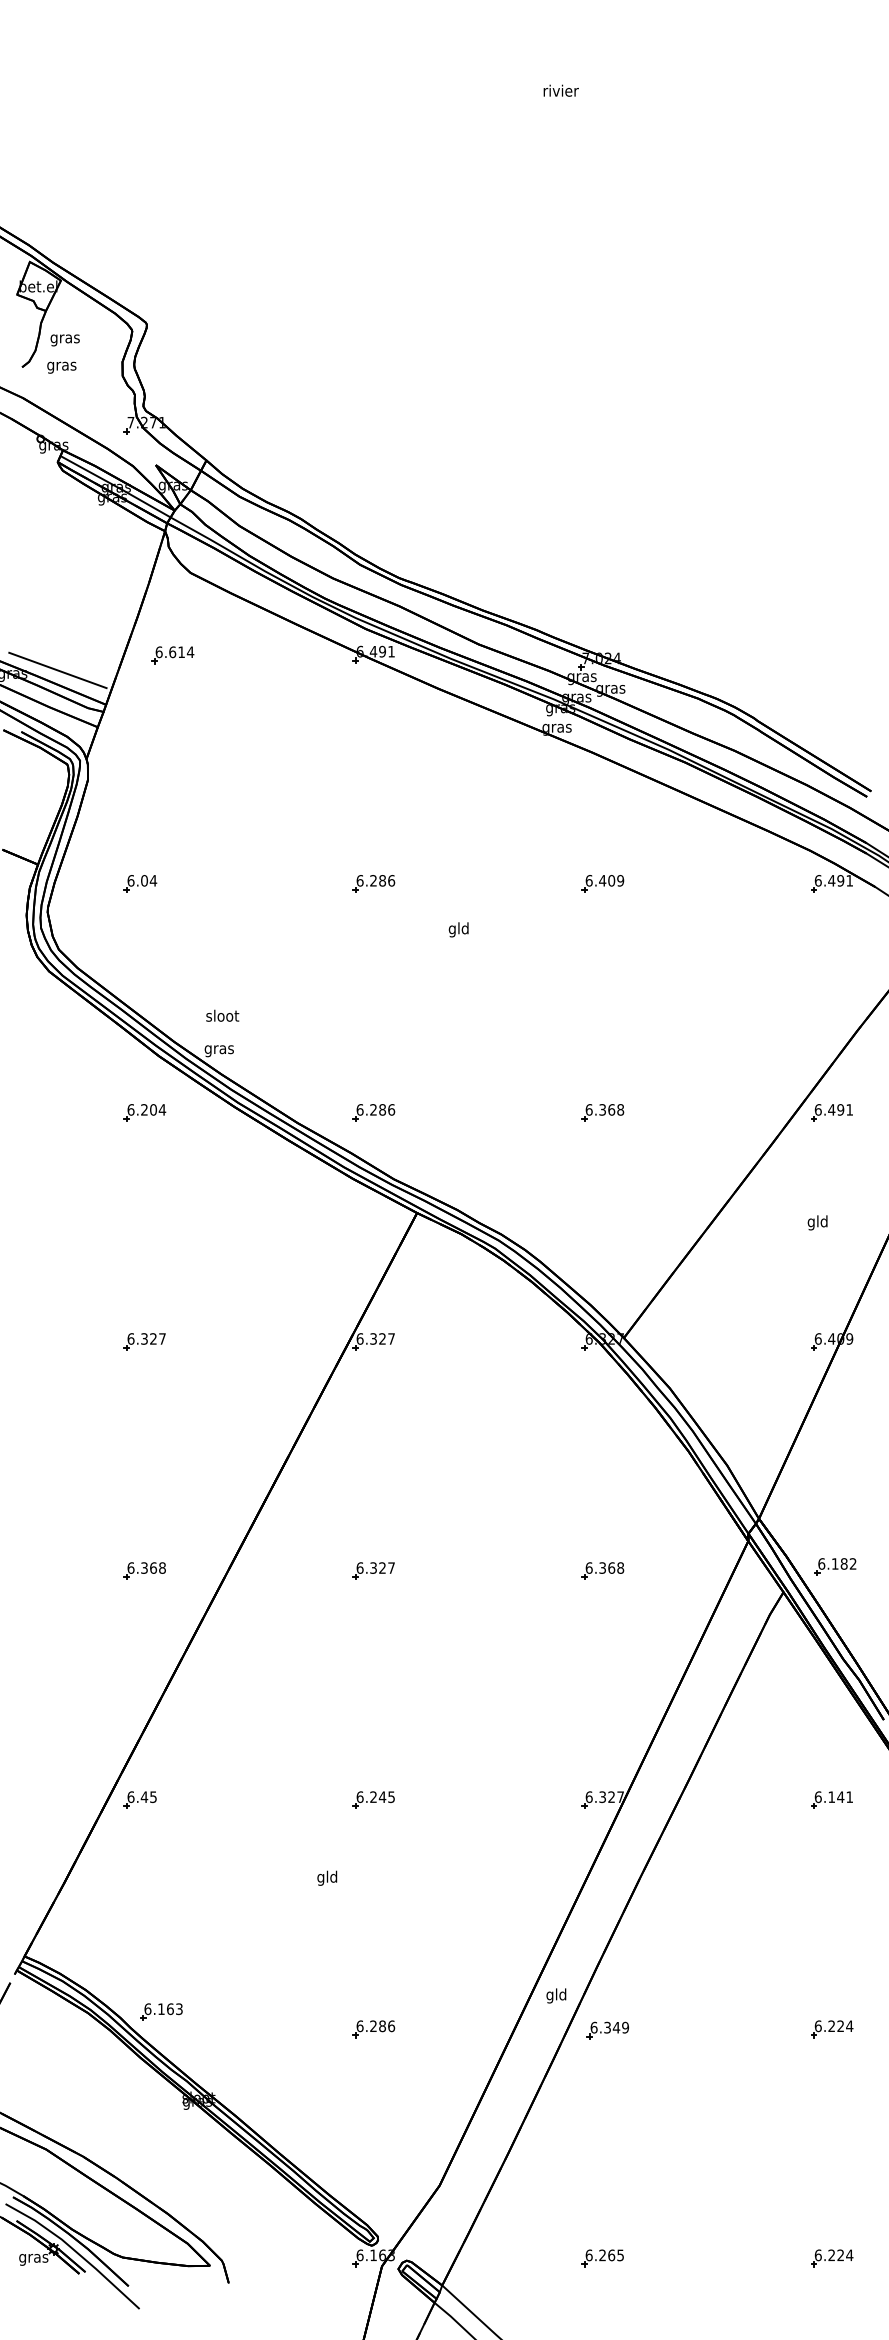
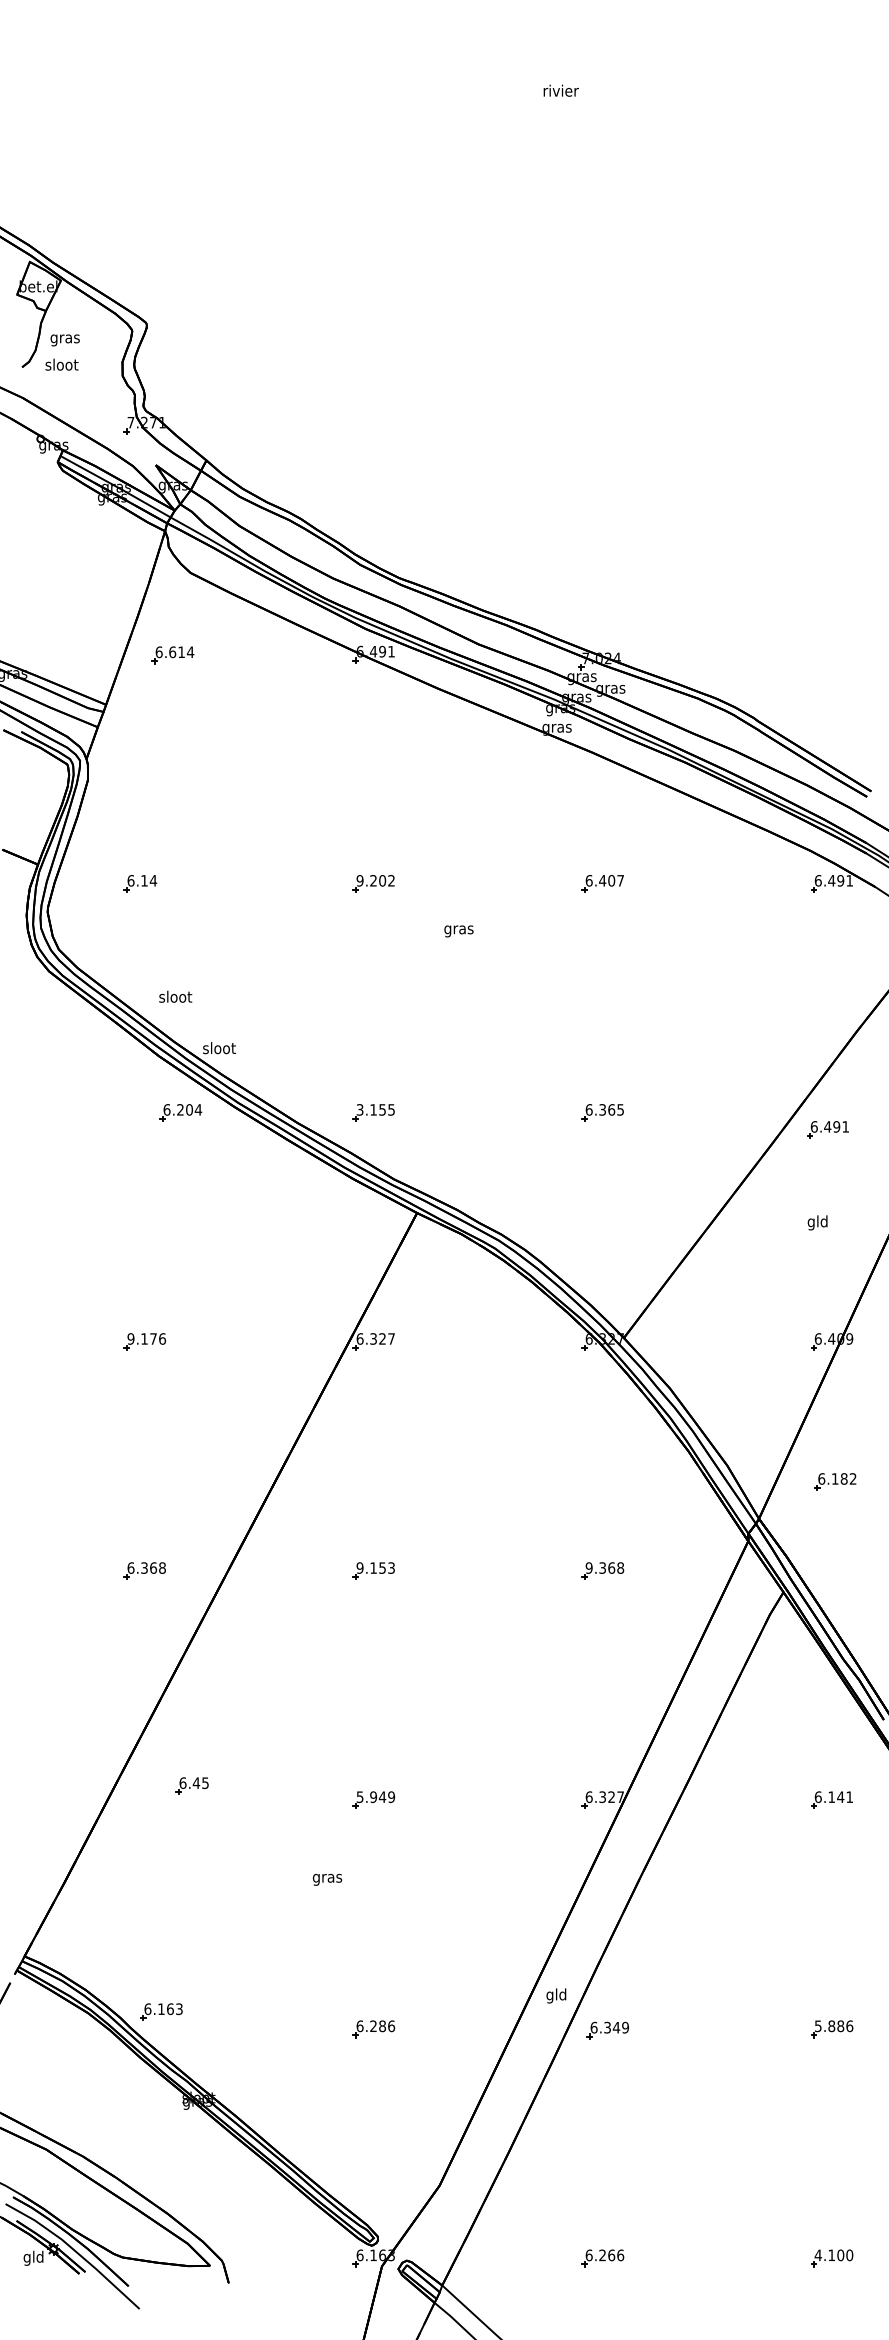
text at (61, 365): gras -> sloot
line at (57, 670): present -> none
text at (144, 880): 6.04 -> 6.14
text at (375, 880): 6.286 -> 9.202
text at (620, 880): 6.409 -> 6.407
text at (458, 929): gld -> gras
text at (222, 1015) position: (222, 1015) -> (175, 996)
text at (219, 1049): gras -> sloot
text at (375, 1109): 6.286 -> 3.155
text at (620, 1109): 6.368 -> 6.365
part at (144, 1112) position: (144, 1112) -> (180, 1112)
part at (831, 1112) position: (831, 1112) -> (827, 1129)
text at (146, 1338): 6.327 -> 9.176
part at (835, 1566) position: (835, 1566) -> (835, 1481)
text at (375, 1567): 6.327 -> 9.153
text at (588, 1567): 6.368 -> 9.368
text at (375, 1797): 6.245 -> 5.949
part at (139, 1799) position: (139, 1799) -> (191, 1785)
text at (327, 1877): gld -> gras
text at (833, 2026): 6.224 -> 5.886
text at (620, 2255): 6.265 -> 6.266
text at (833, 2255): 6.224 -> 4.100
text at (33, 2257): gras -> gld
